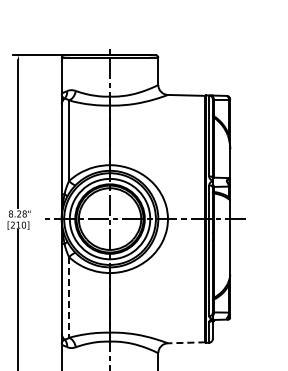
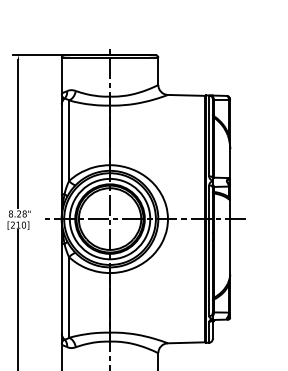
line at (69, 297): dashed -> solid
line at (186, 342): dashed -> solid
